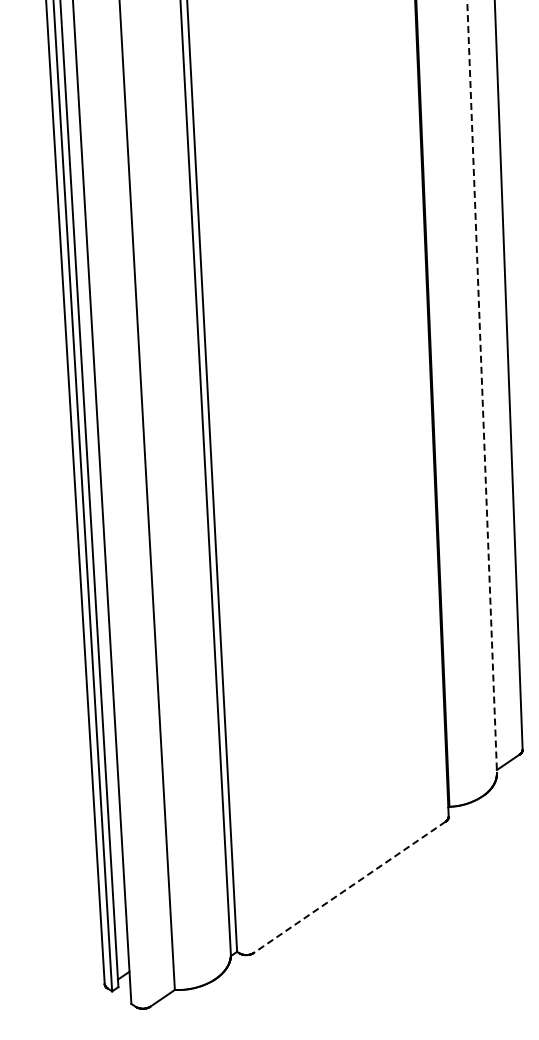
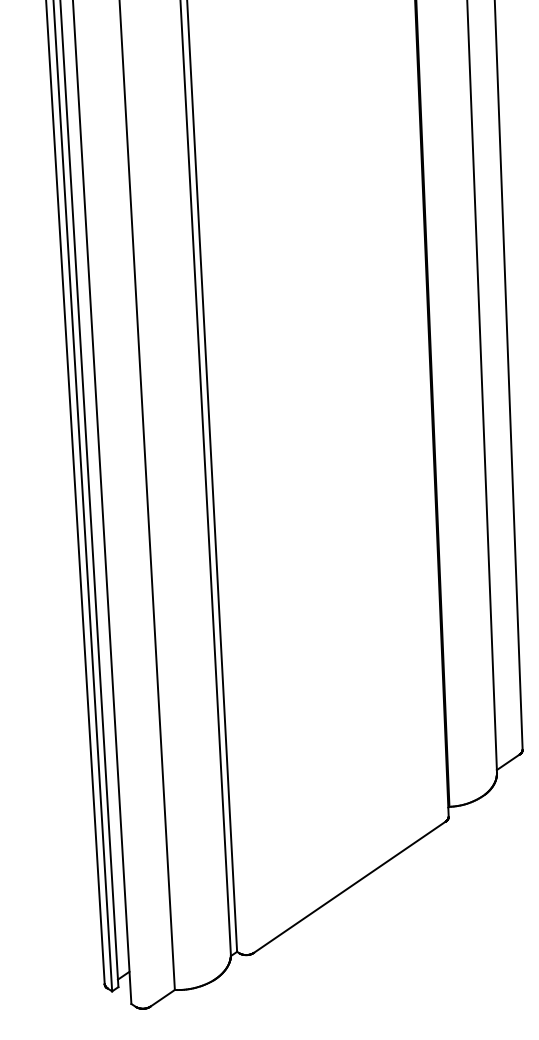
line at (482, 387): dashed -> solid
line at (349, 887): dashed -> solid
